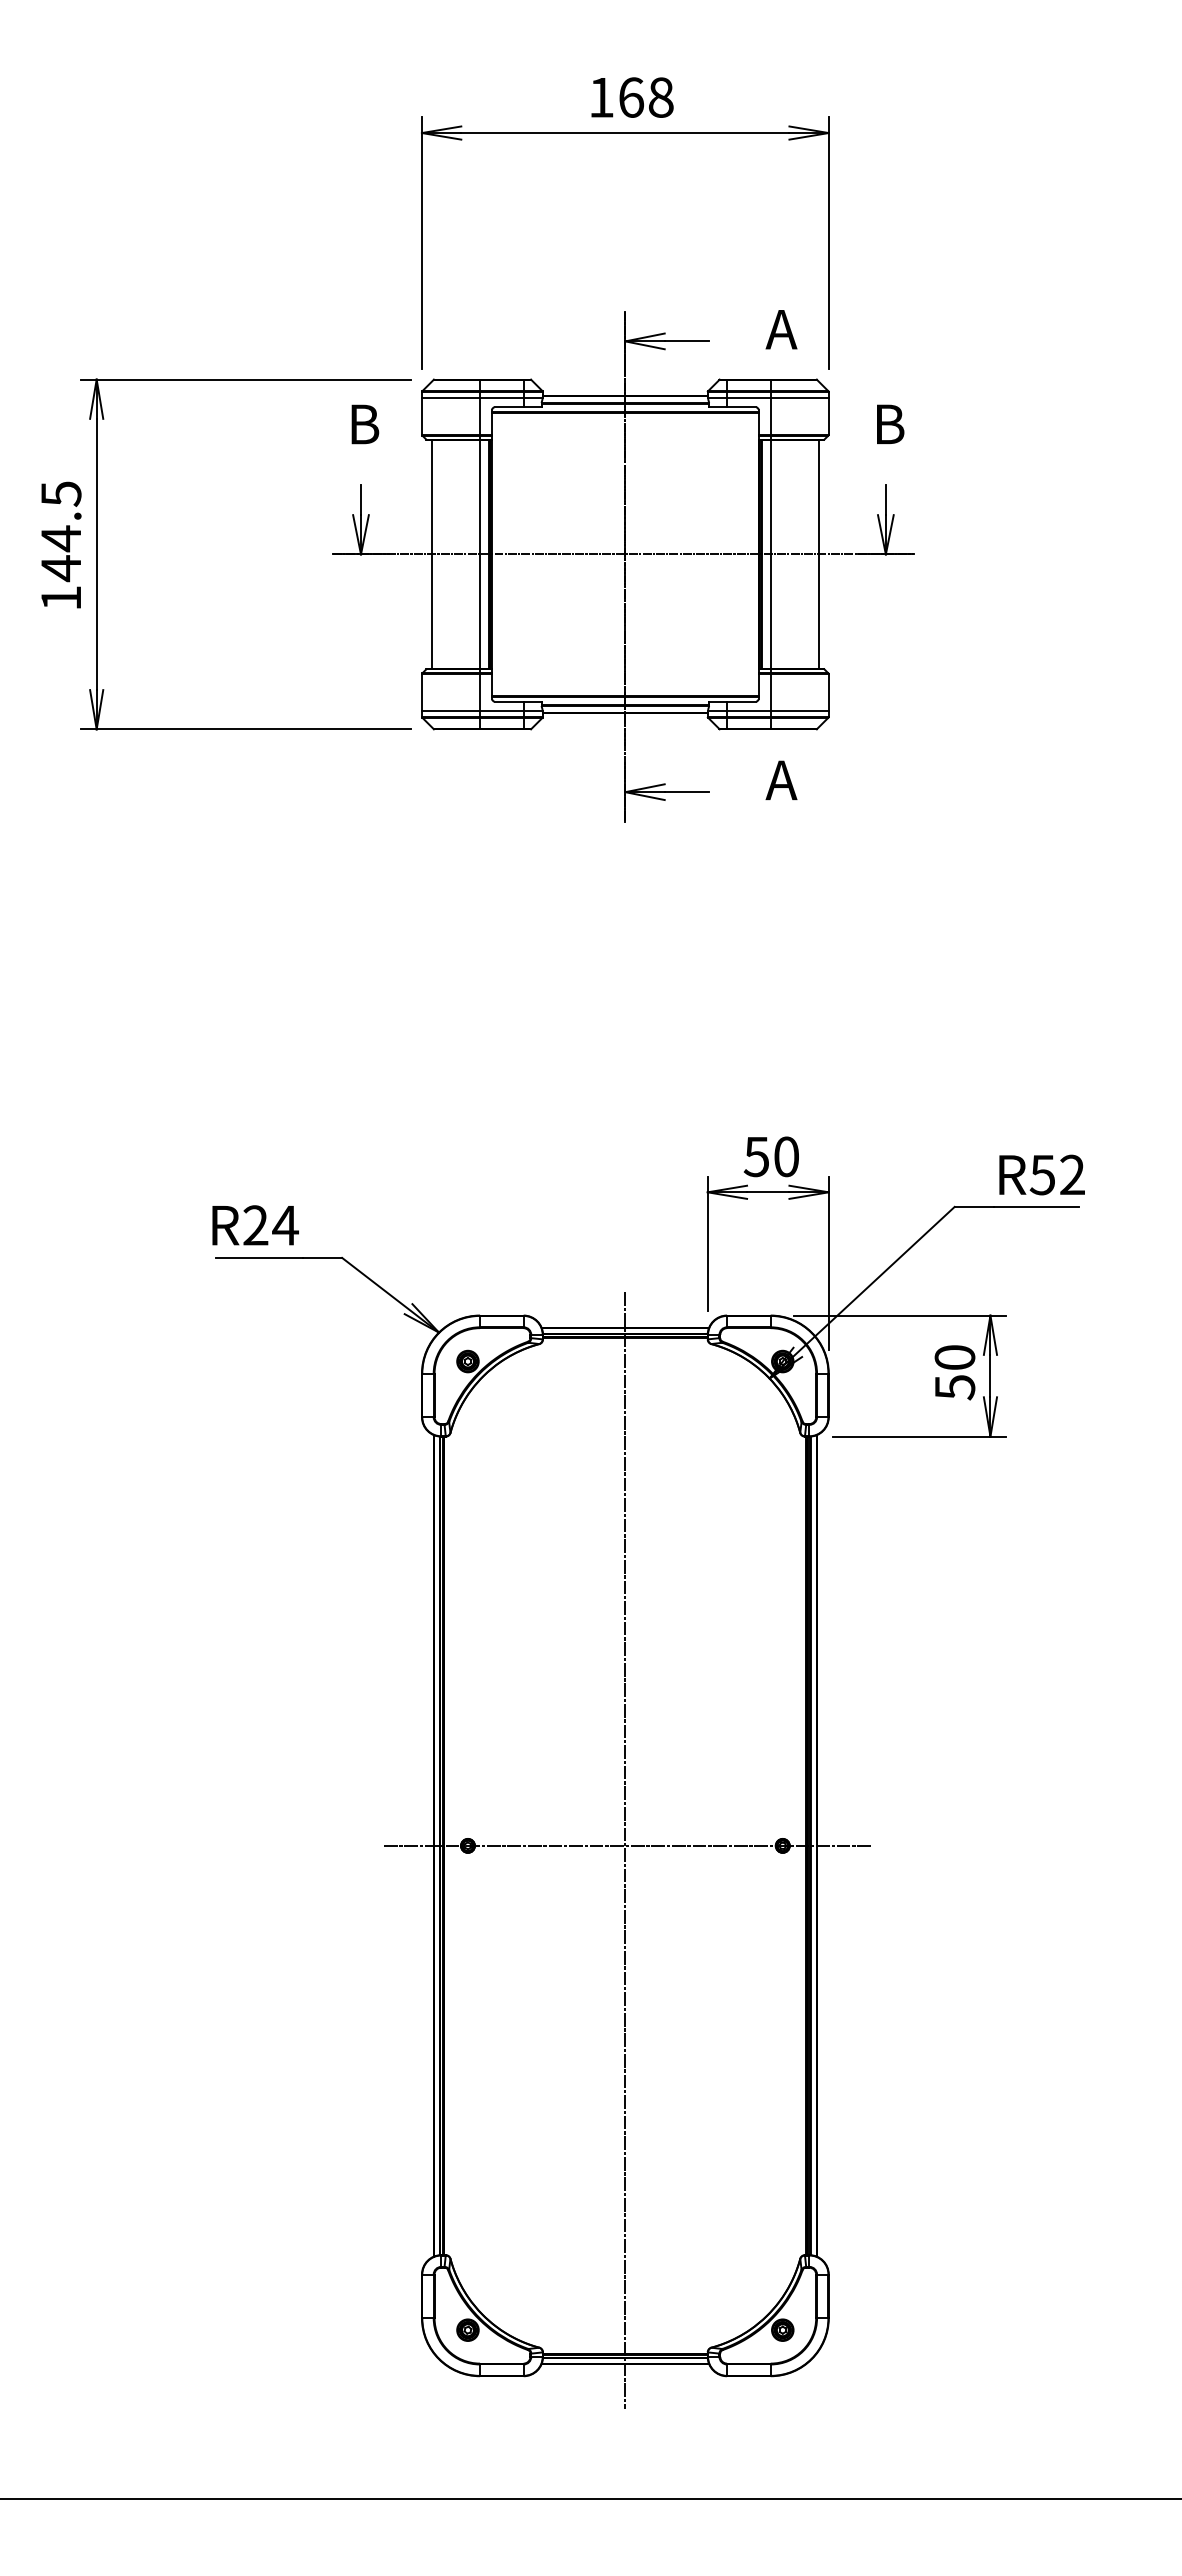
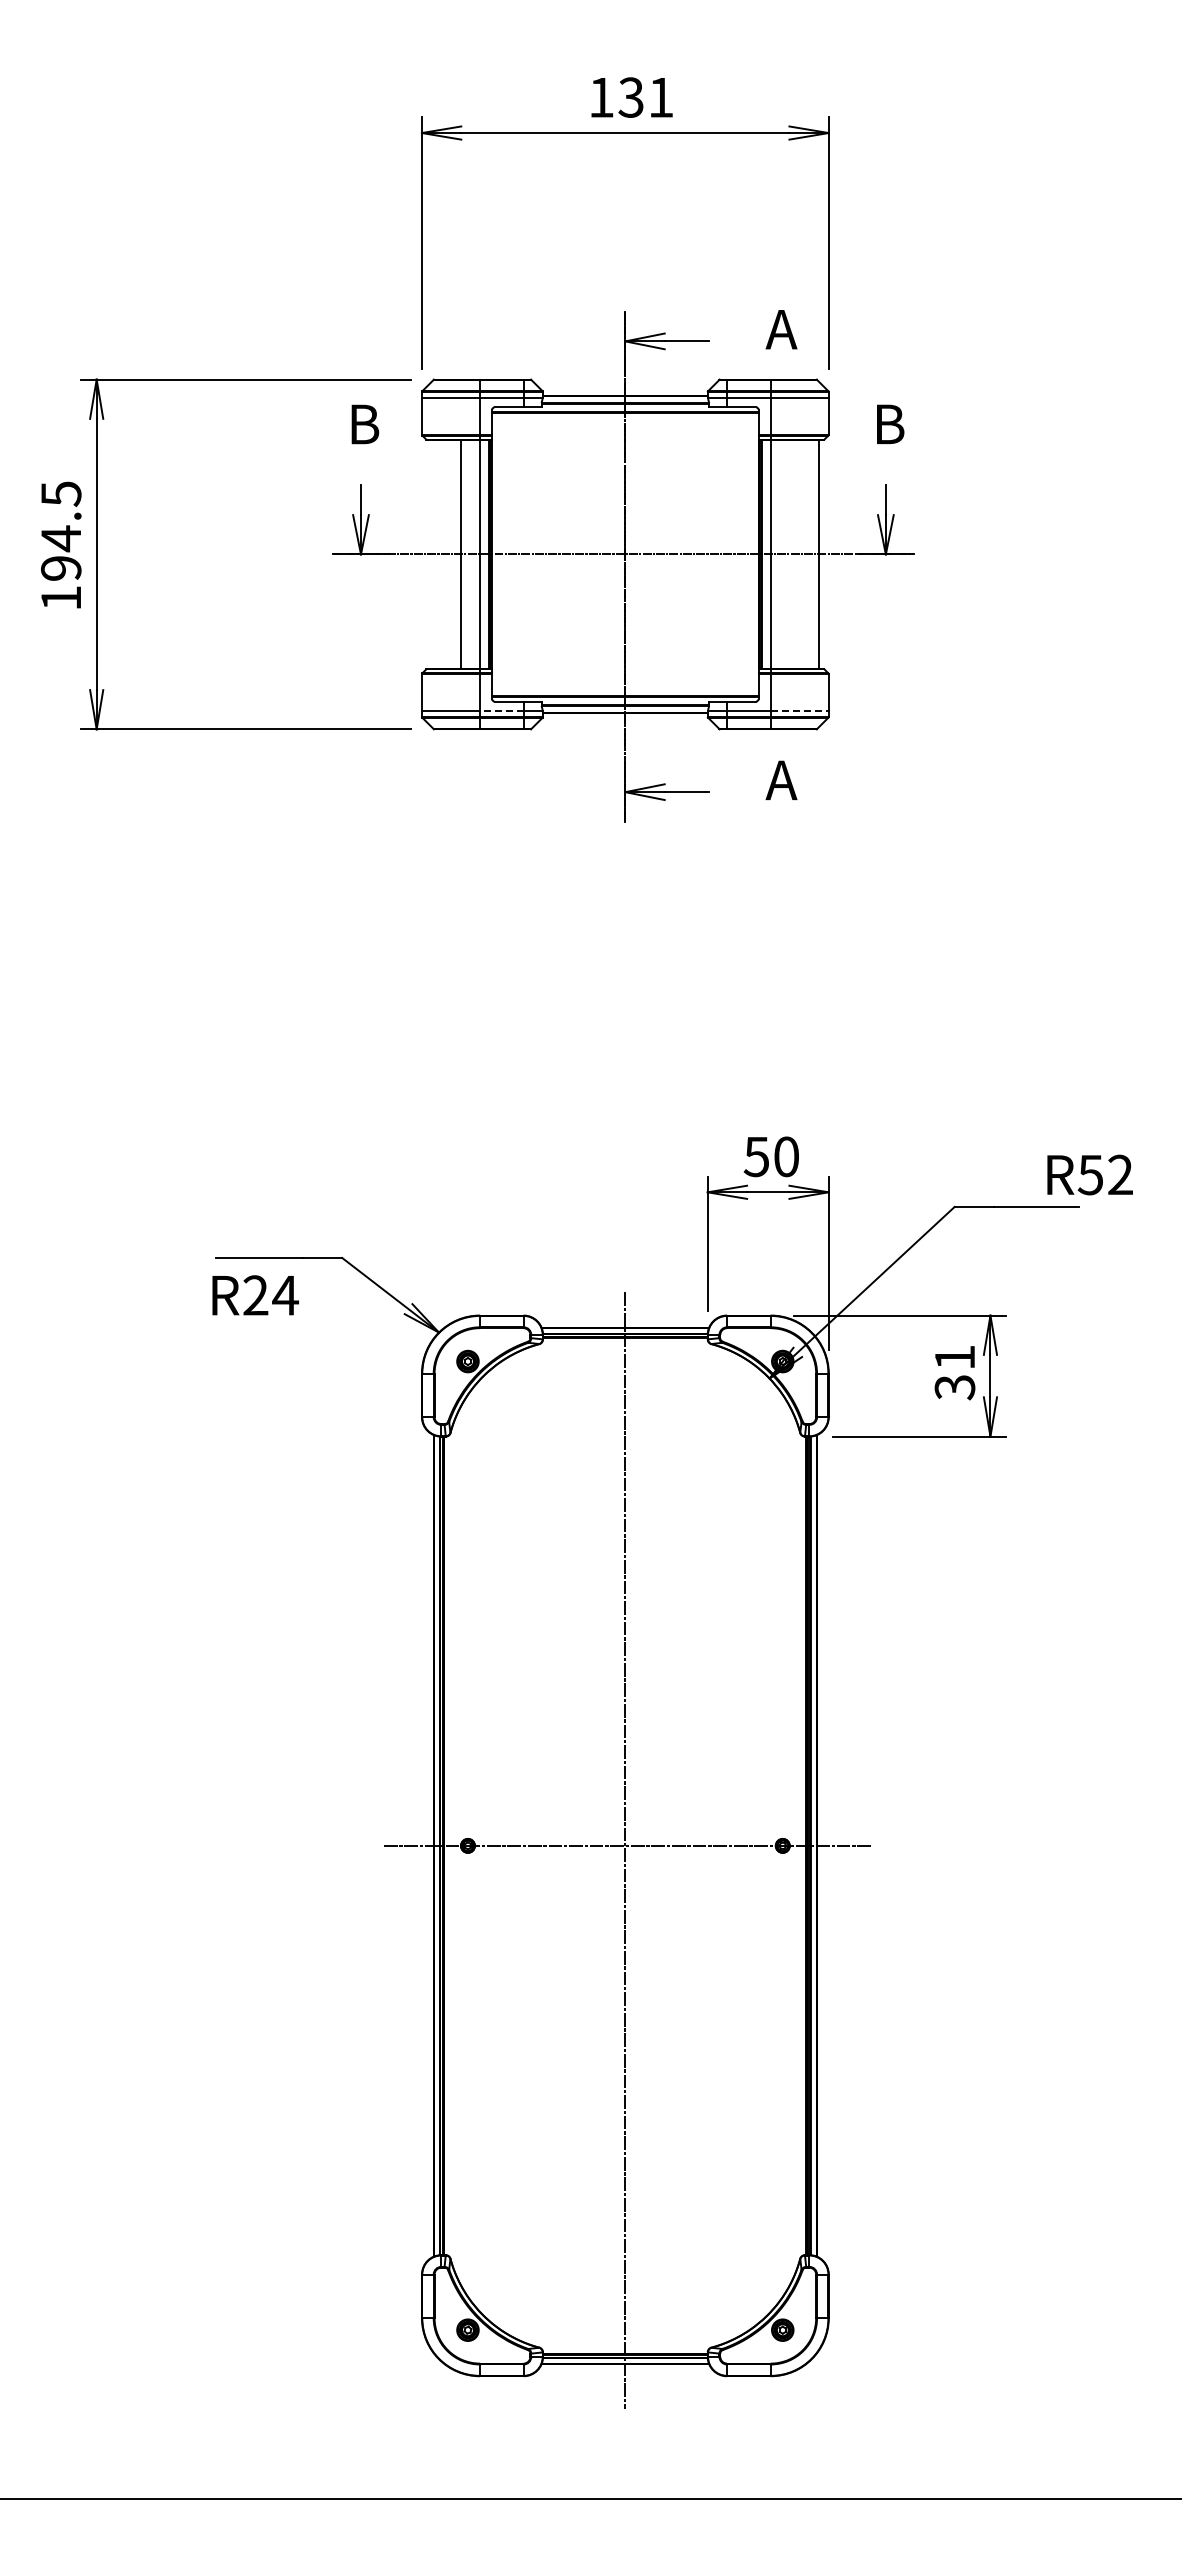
text at (645, 97): 168 -> 131
line at (431, 554) position: (431, 554) -> (460, 554)
text at (61, 568): 144.5 -> 194.5
line at (501, 711): solid -> dashed
line at (800, 711): solid -> dashed
text at (1041, 1174) position: (1041, 1174) -> (1089, 1174)
text at (255, 1225) position: (255, 1225) -> (255, 1295)
text at (954, 1372): 50 -> 31
